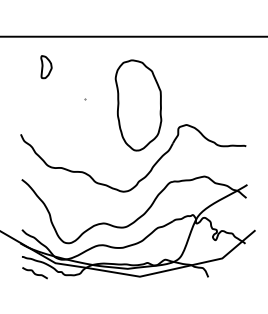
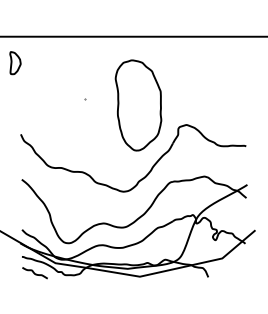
part at (46, 67) position: (46, 67) -> (15, 63)
